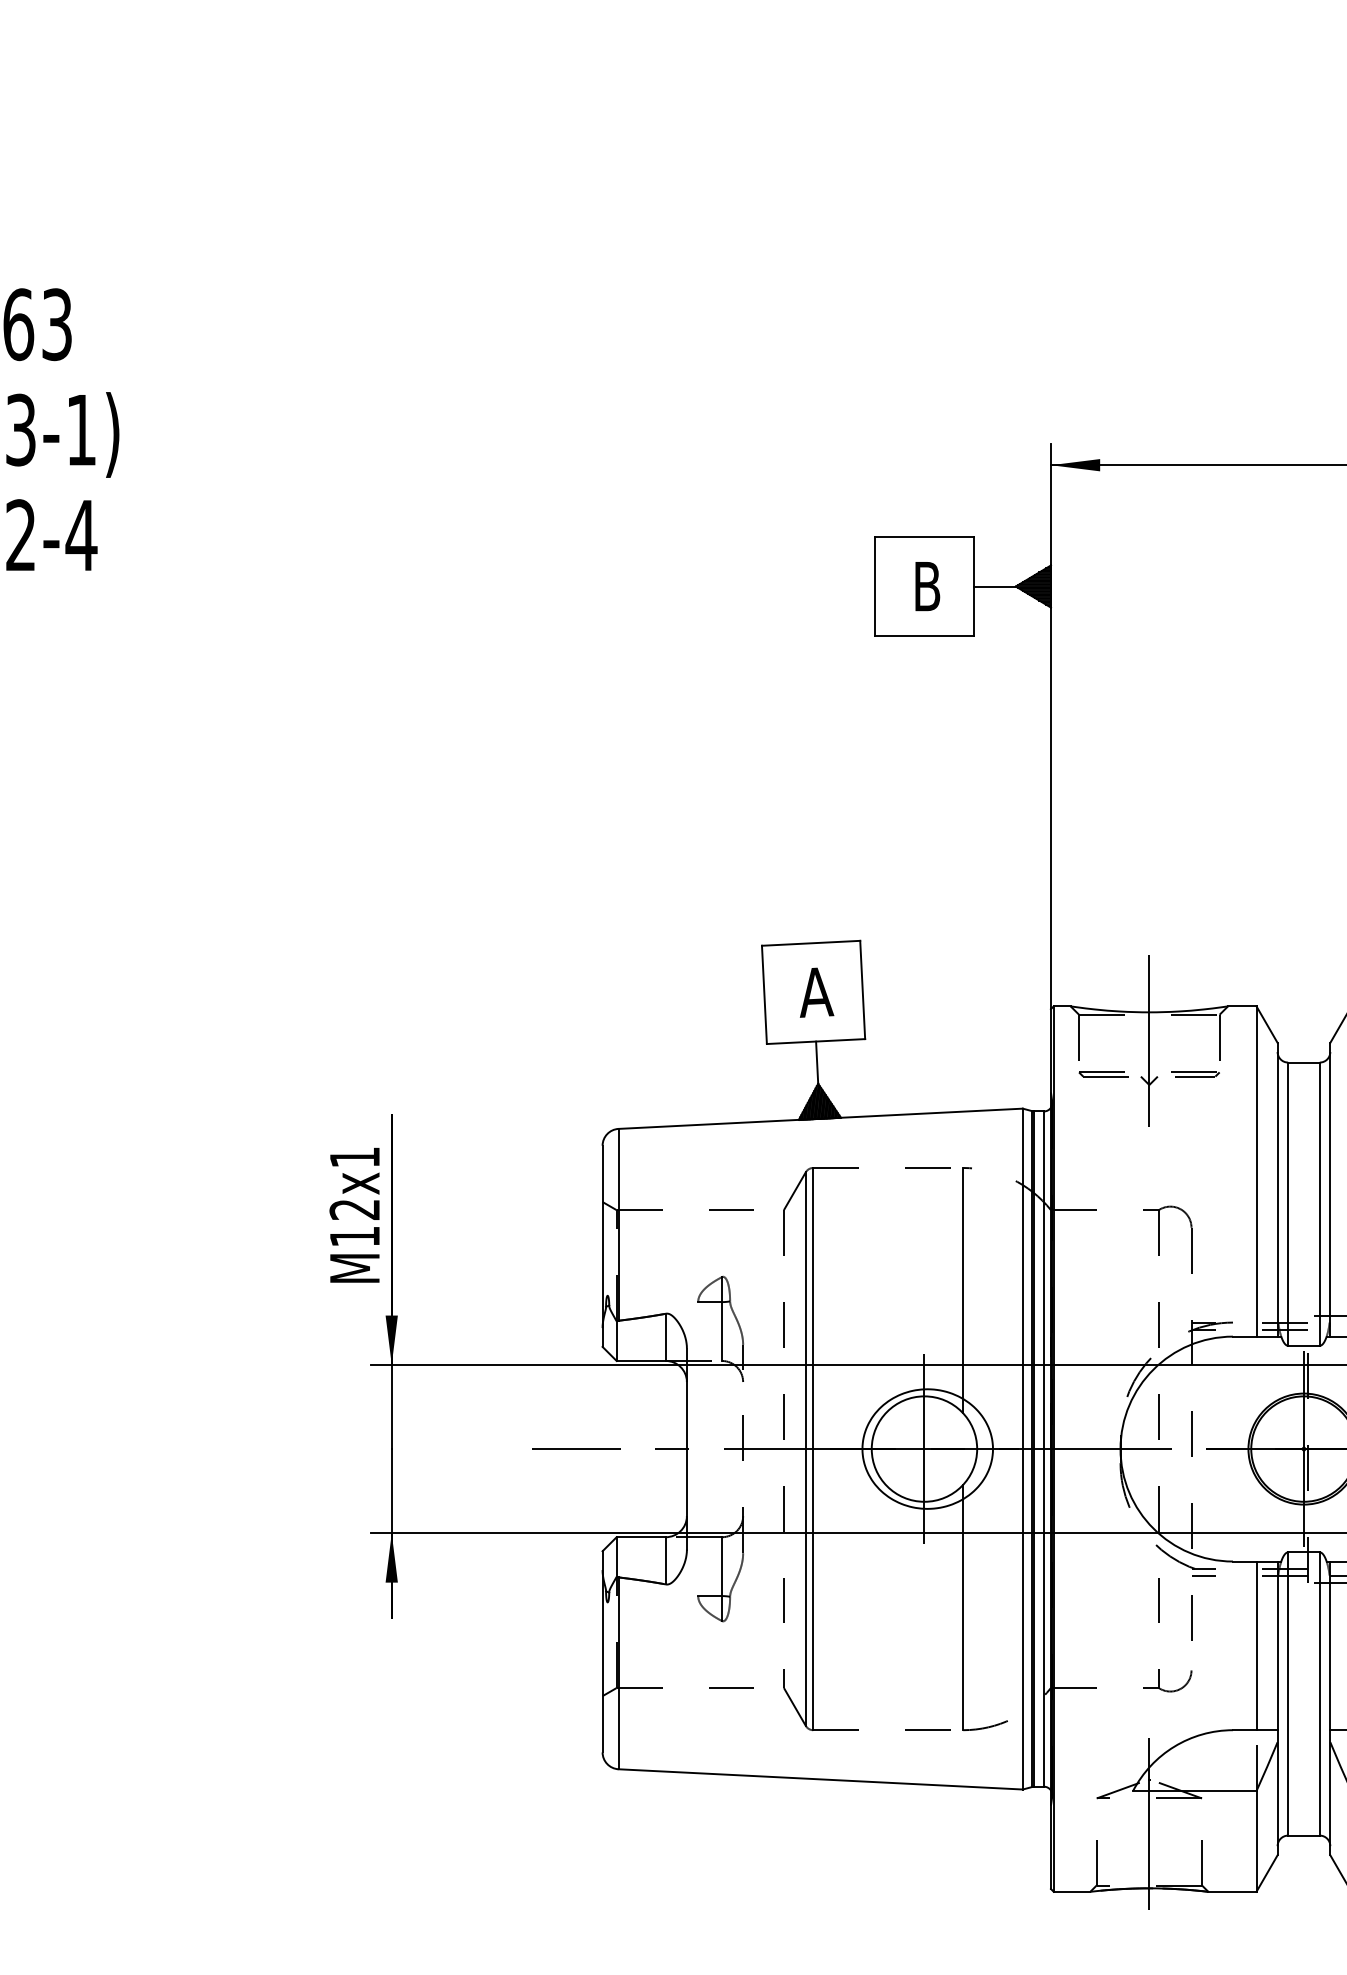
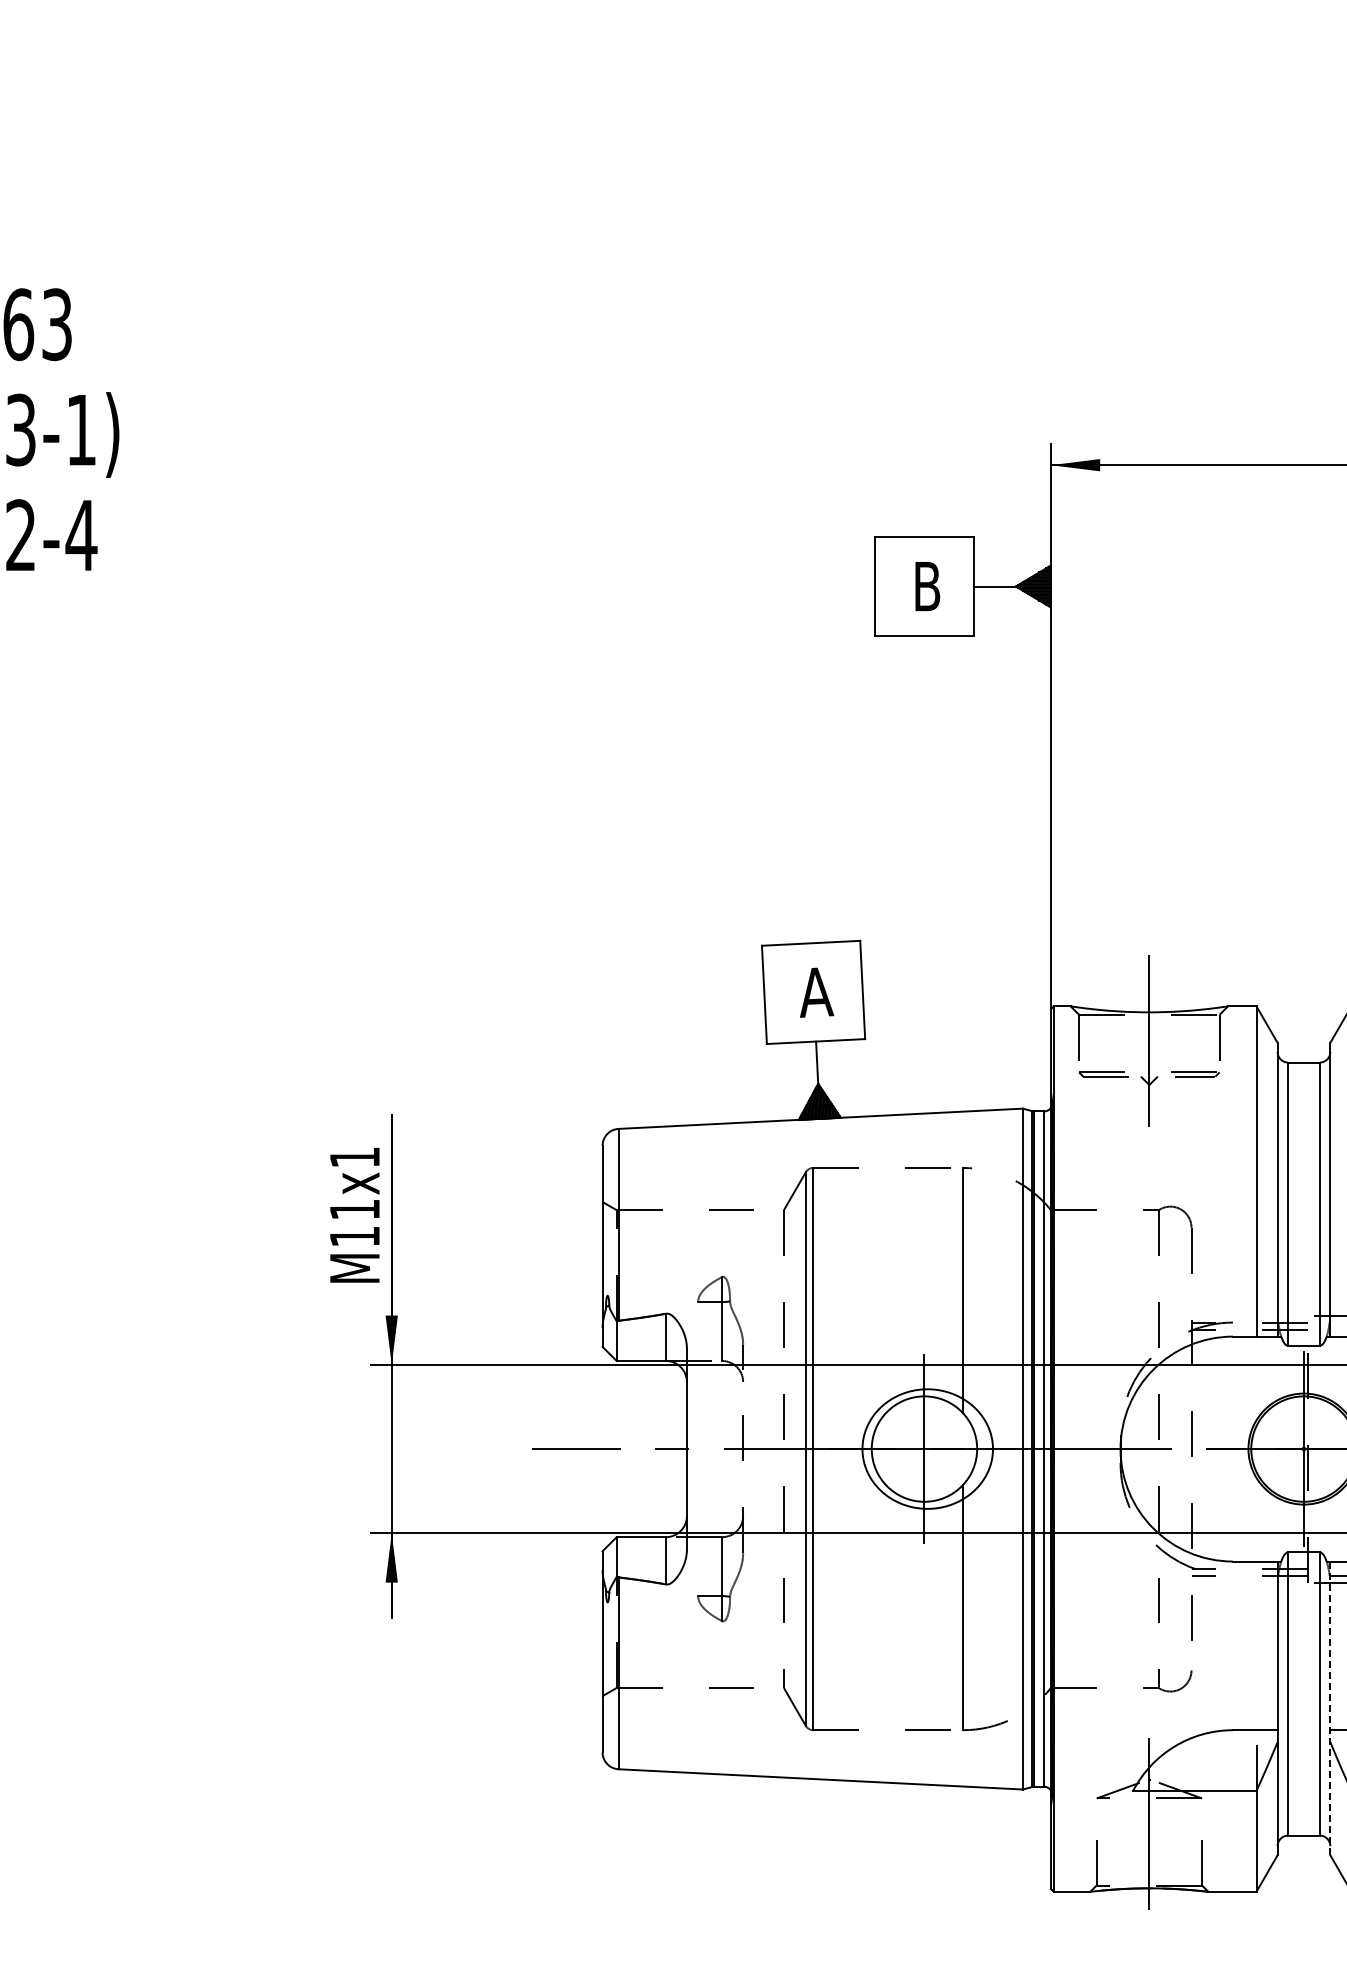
text at (354, 1209): M12x1 -> M11x1
line at (1256, 1645): present -> none
line at (1330, 1708): solid -> dashed
